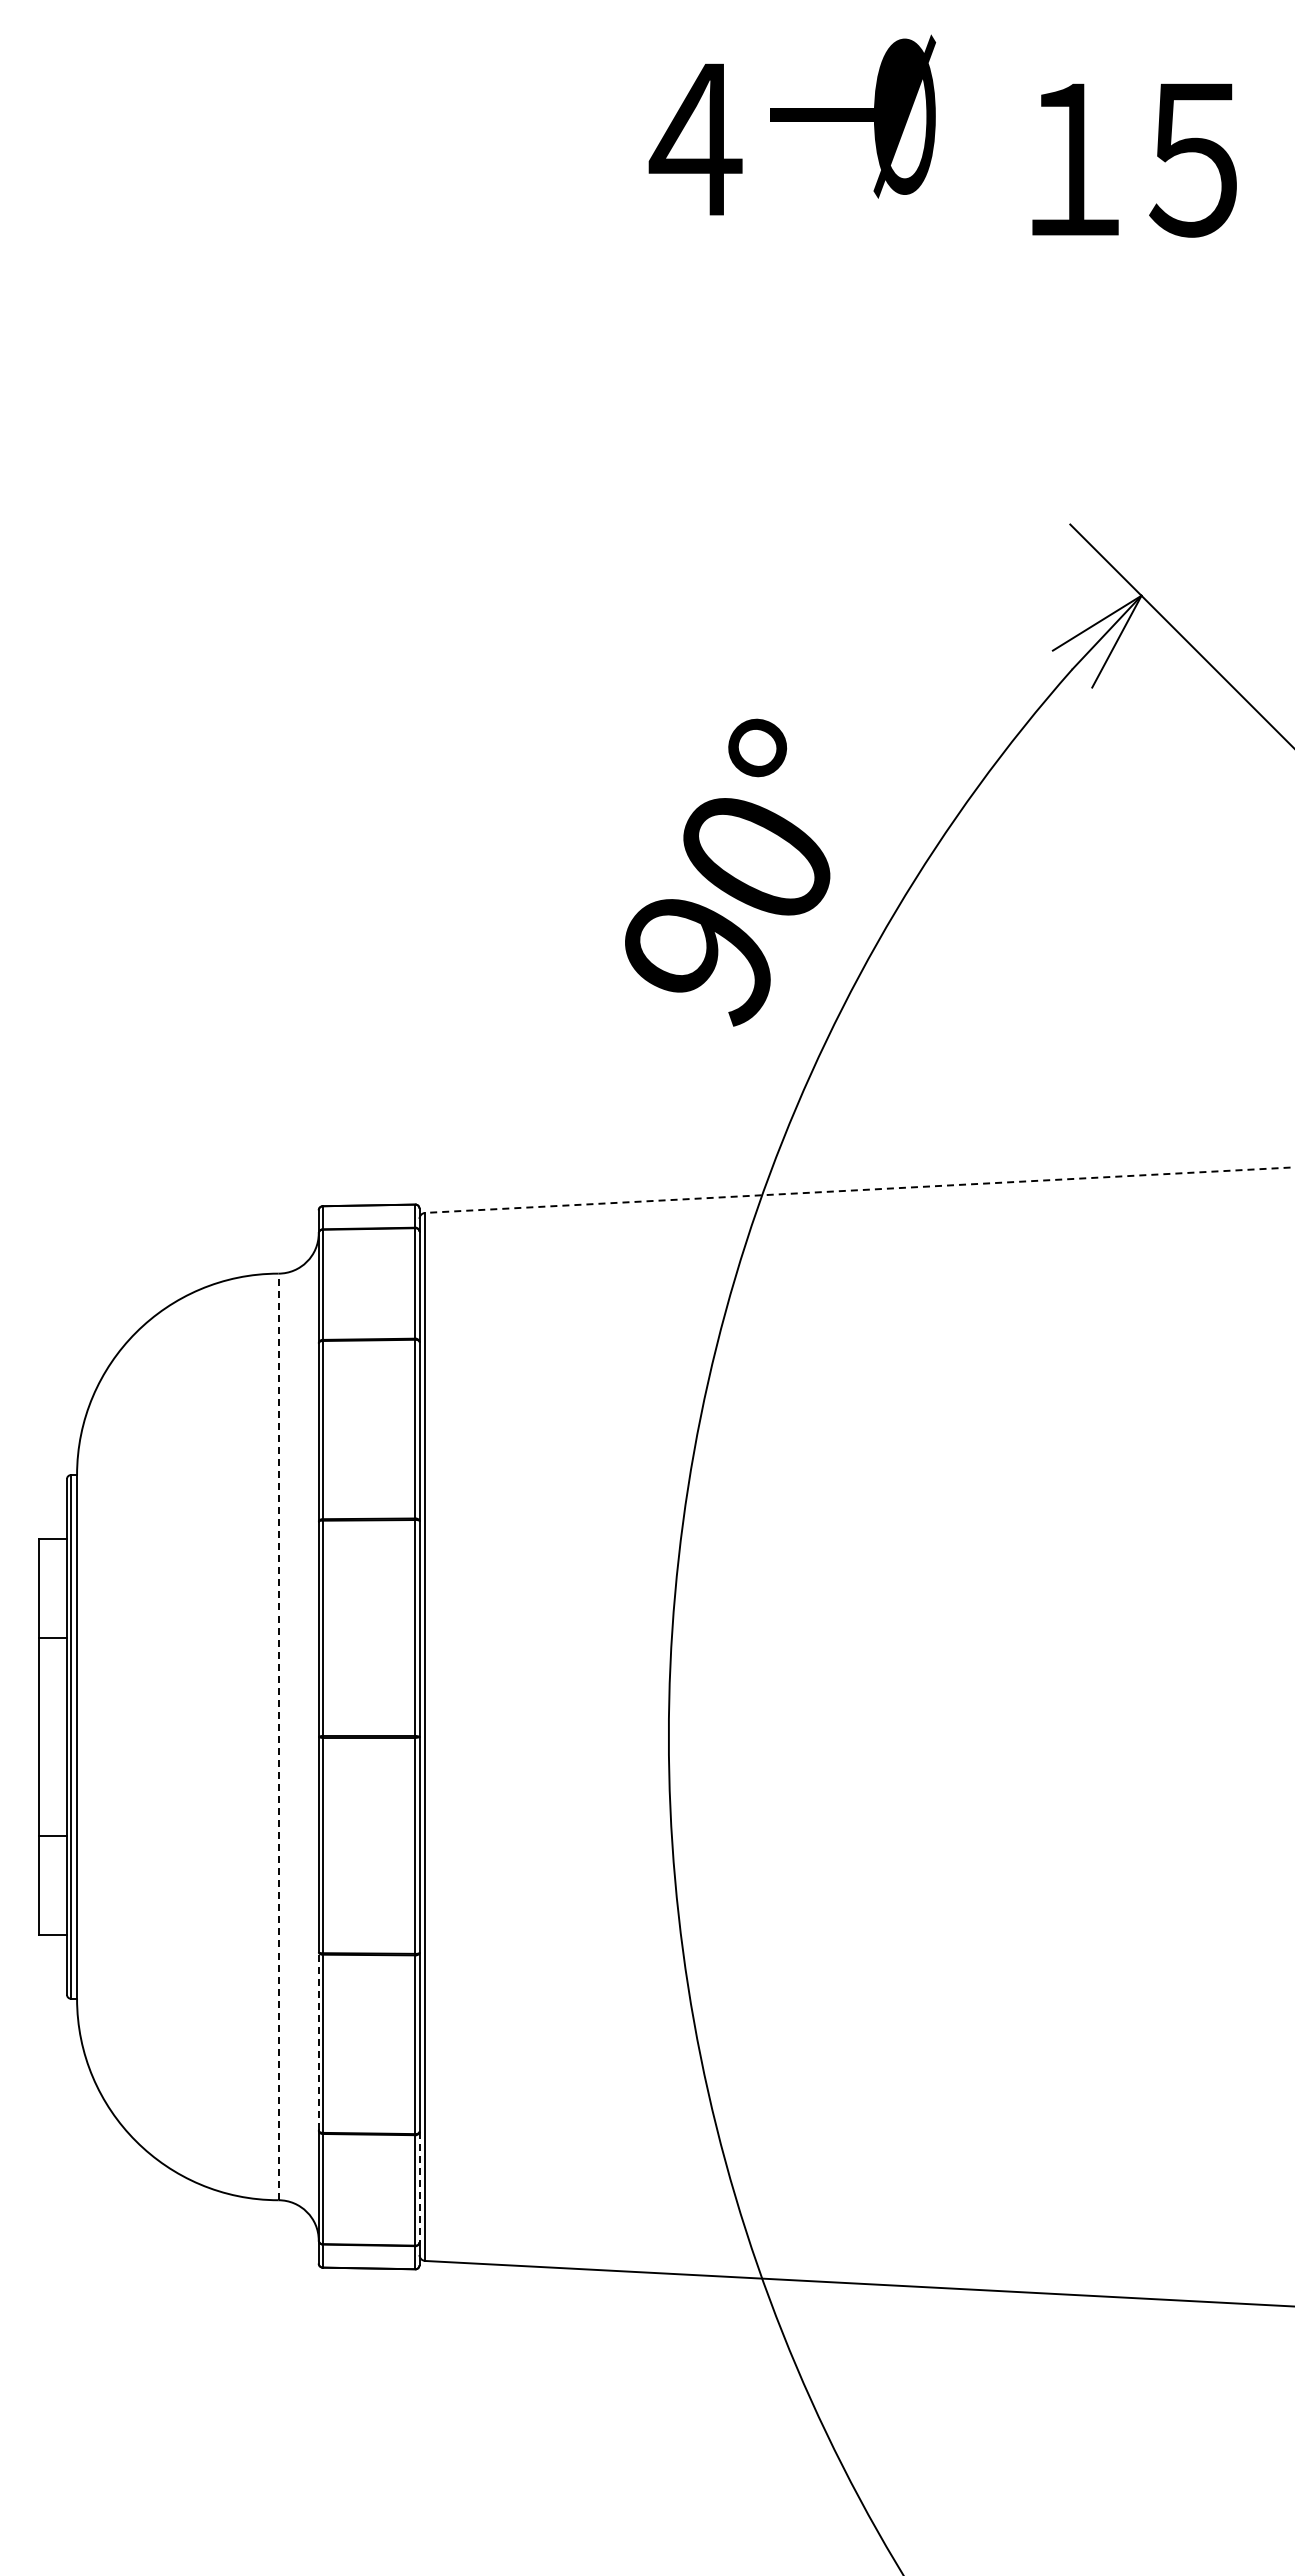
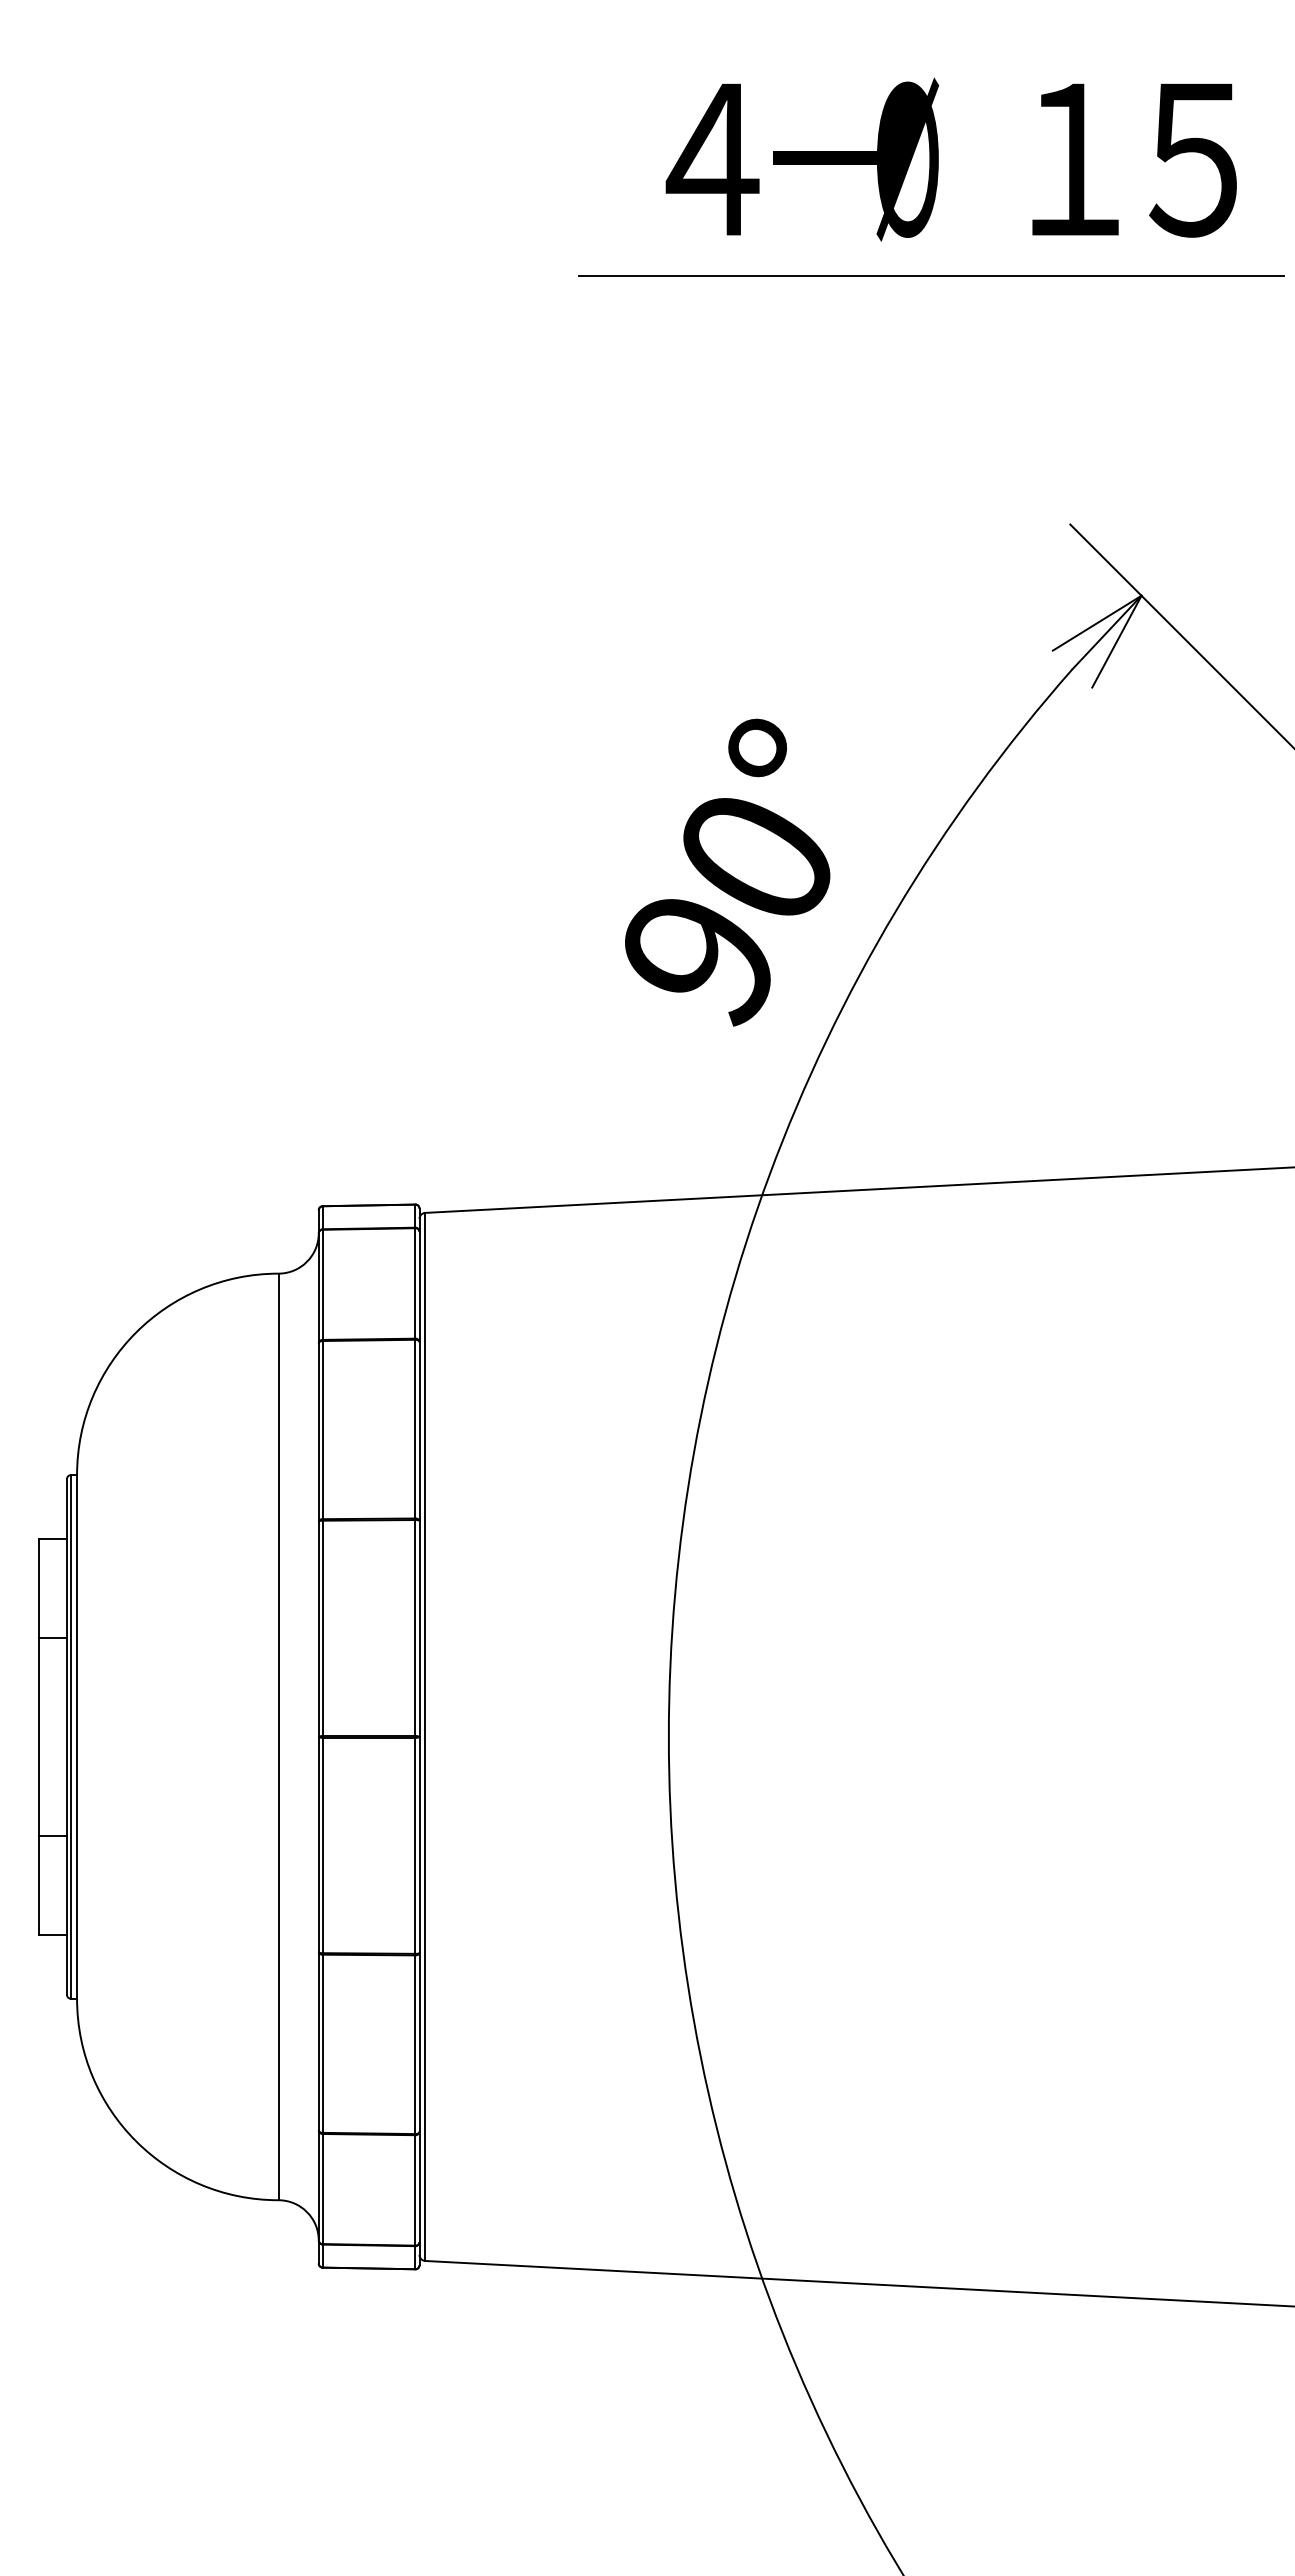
text at (853, 116) position: (853, 116) -> (856, 159)
text at (695, 139) position: (695, 139) -> (712, 159)
line at (930, 275): none -> present
line at (859, 1190): dashed -> solid
line at (278, 1736): dashed -> solid
line at (318, 2040): dashed -> solid
line at (419, 2187): dashed -> solid
